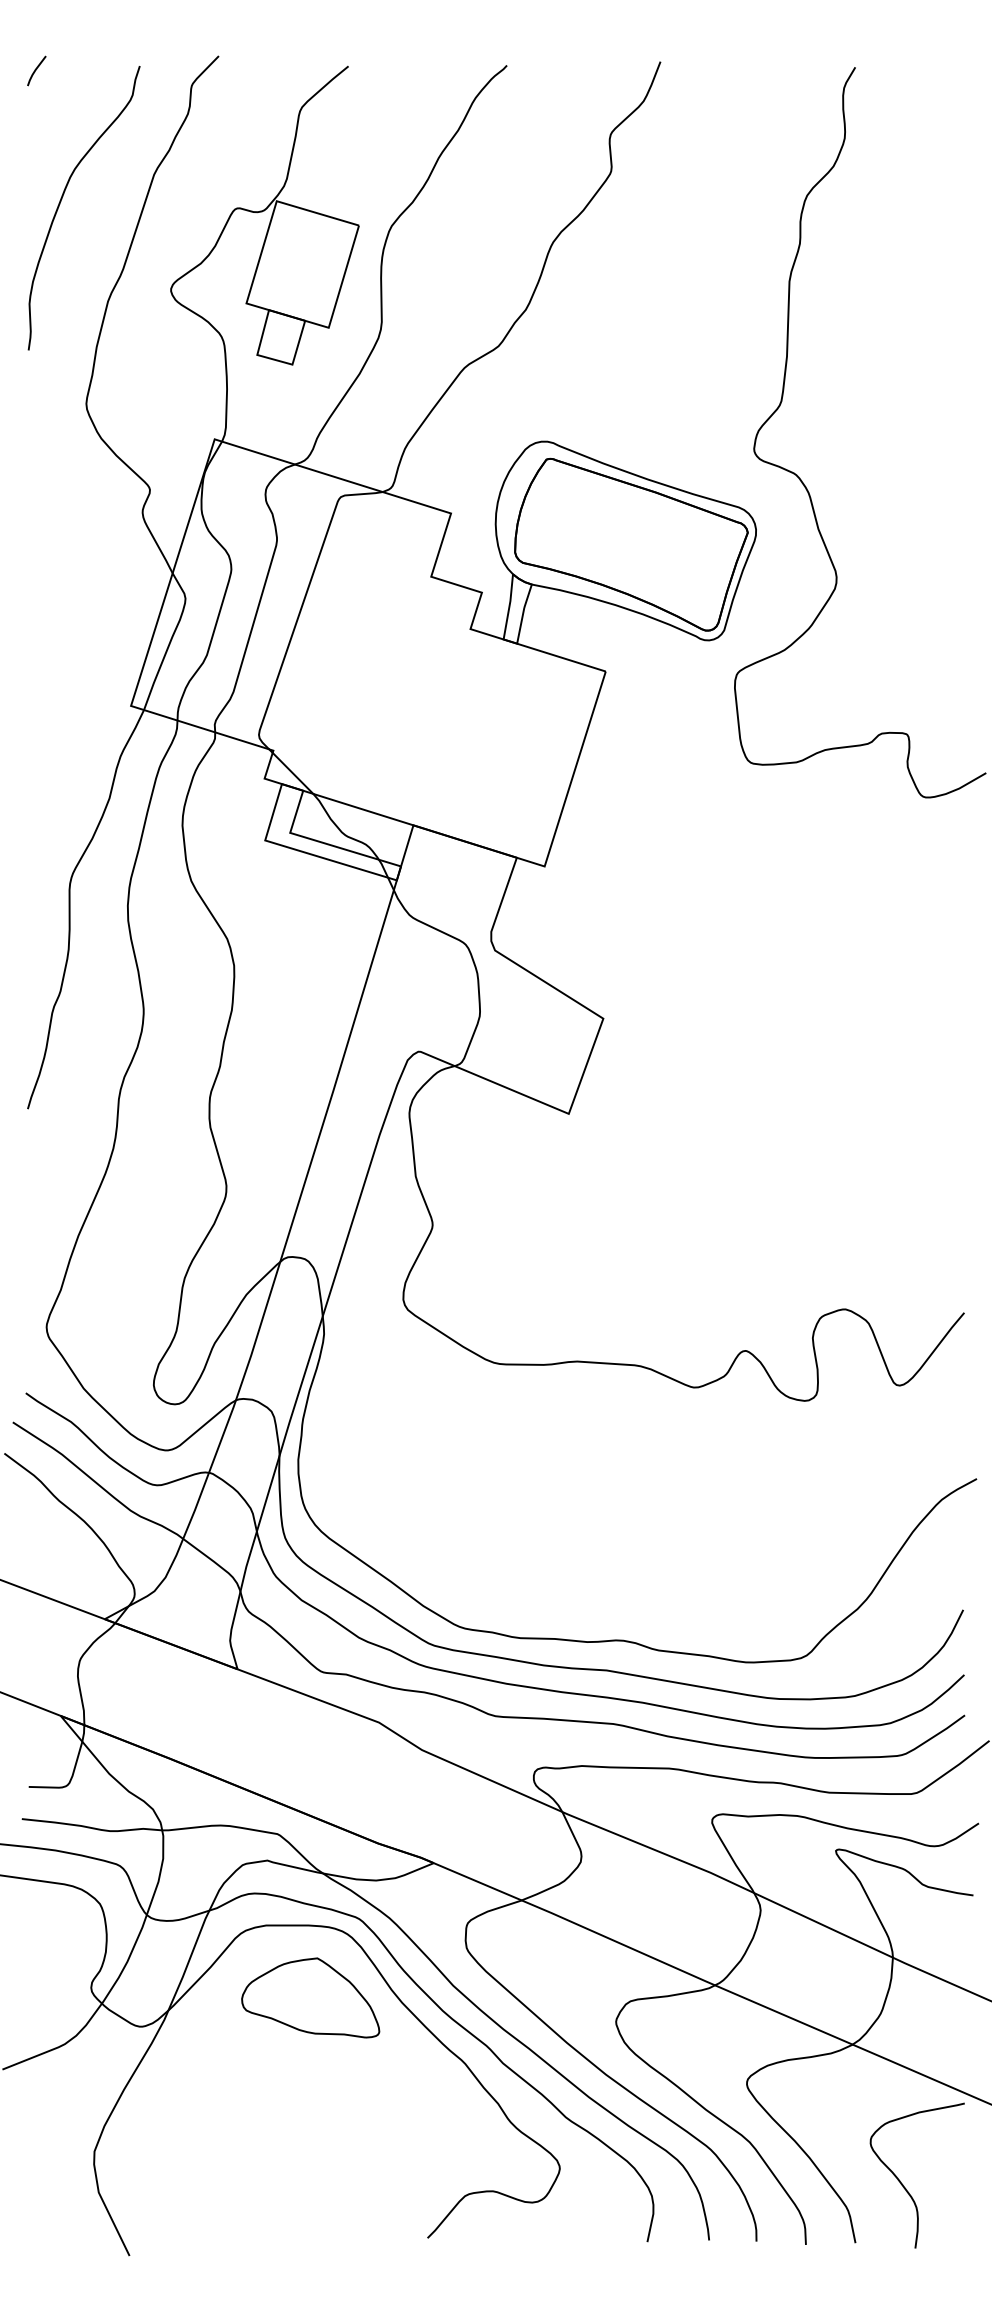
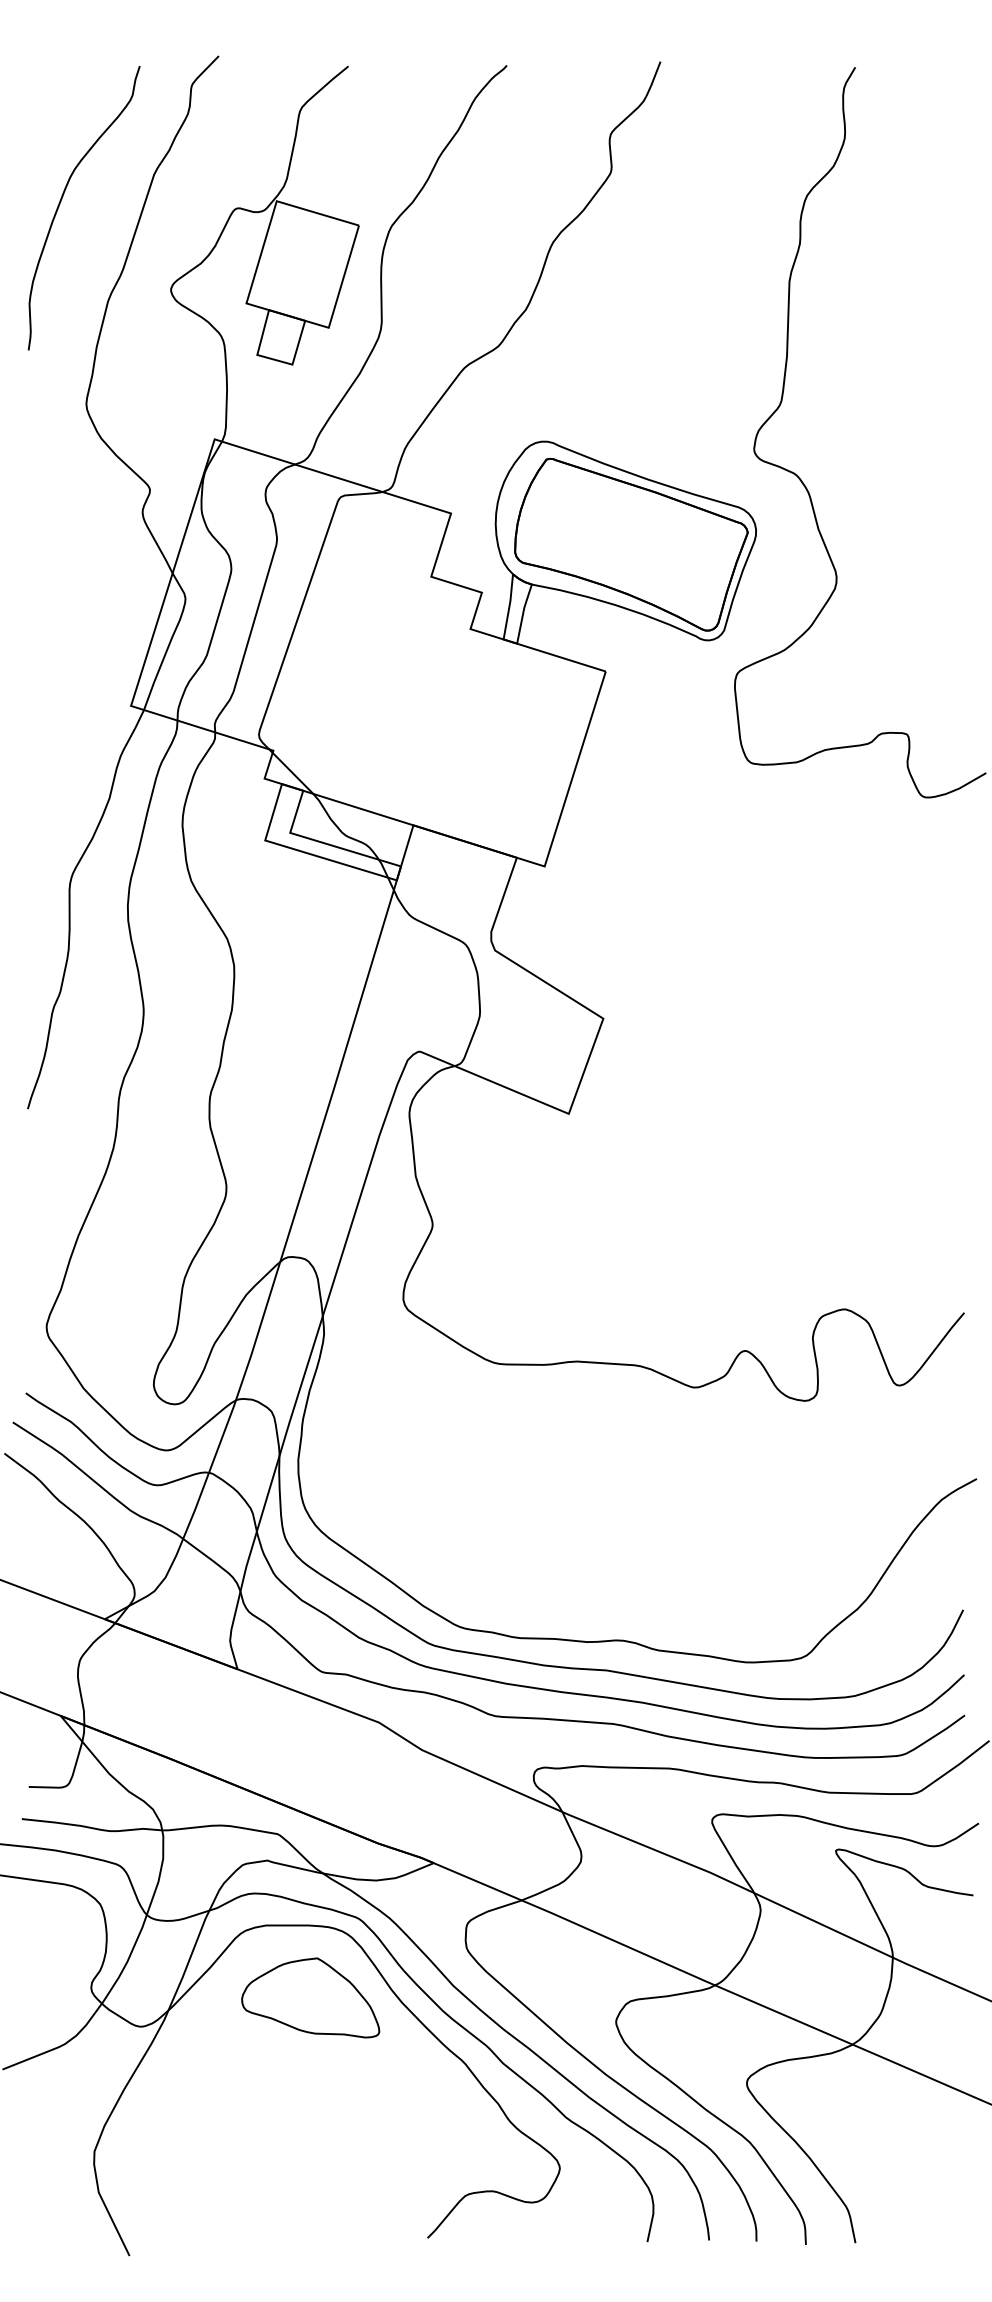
line at (36, 70): present -> none
curve at (903, 2184): present -> none
